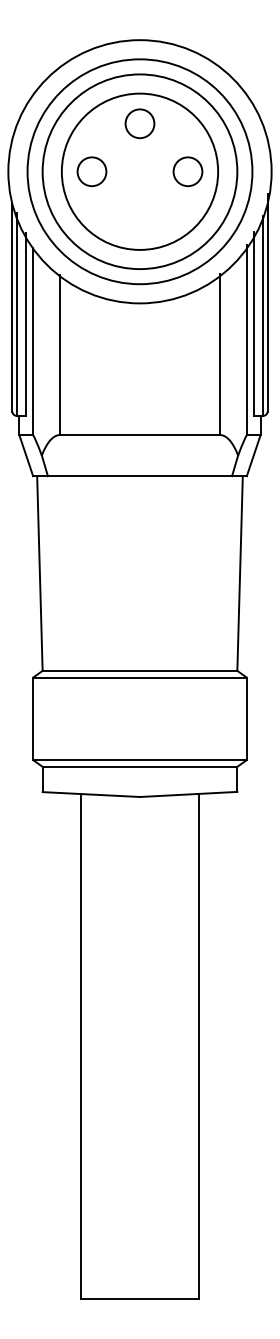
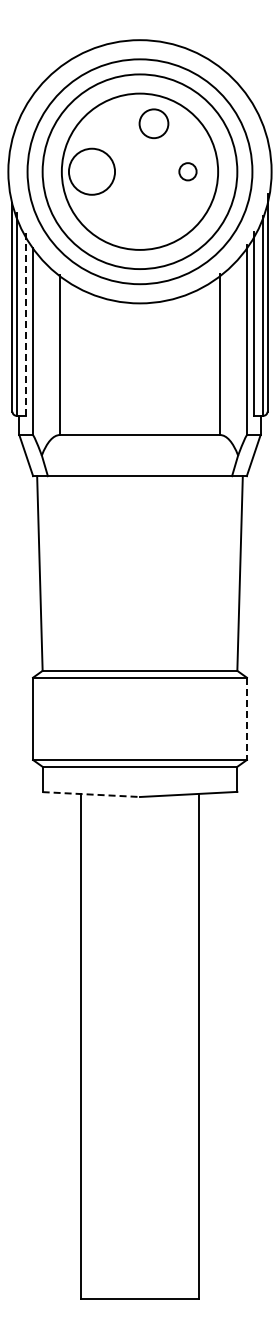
circle at (139, 123) position: (139, 123) -> (153, 123)
circle at (91, 171) diameter: 29 px -> 46 px
circle at (187, 171) diameter: 29 px -> 17 px
line at (25, 324): solid -> dashed
line at (246, 719): solid -> dashed
line at (91, 794): solid -> dashed
